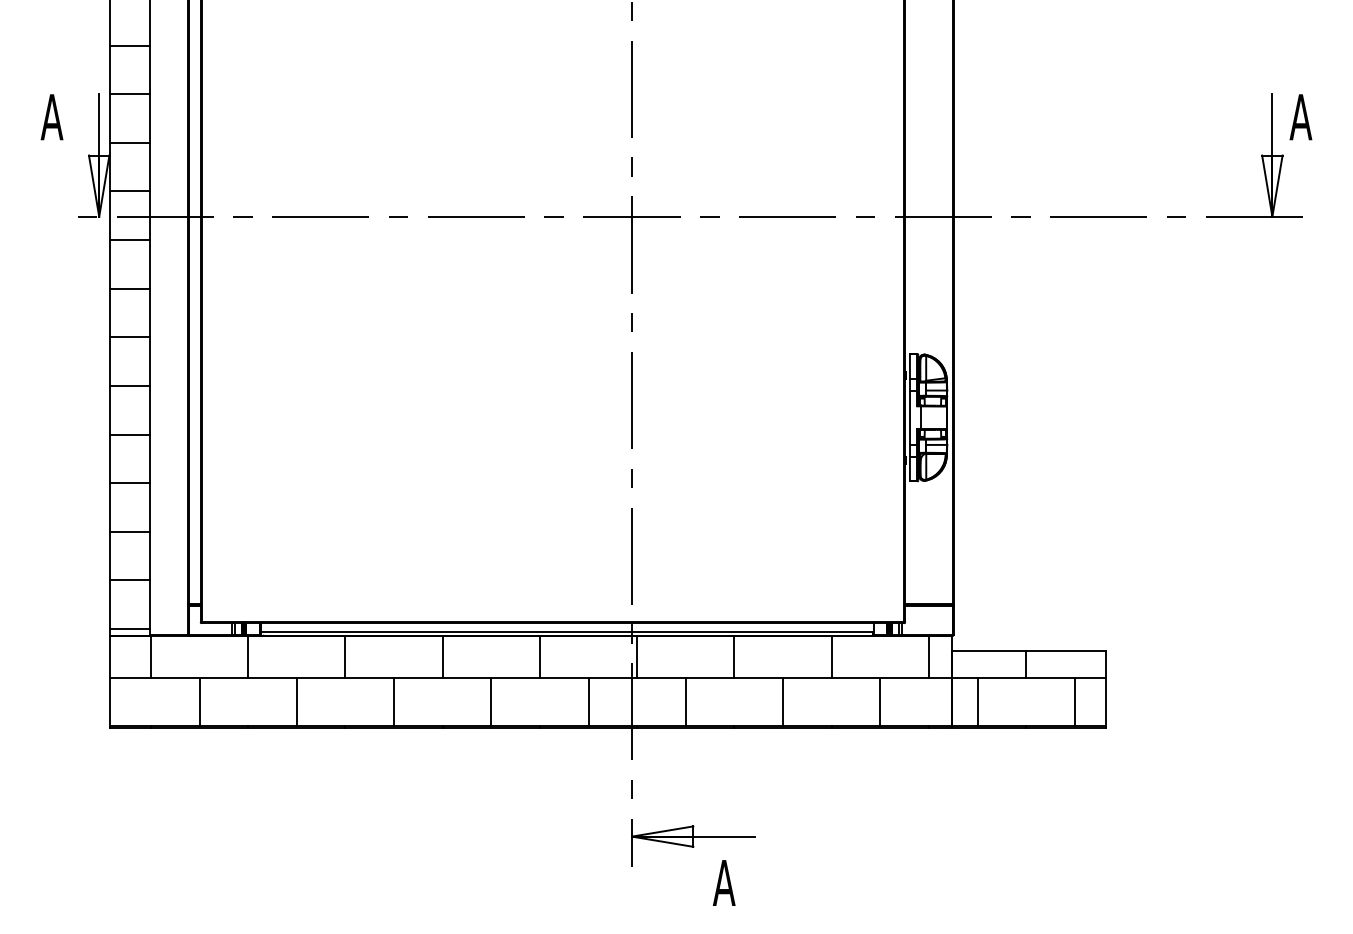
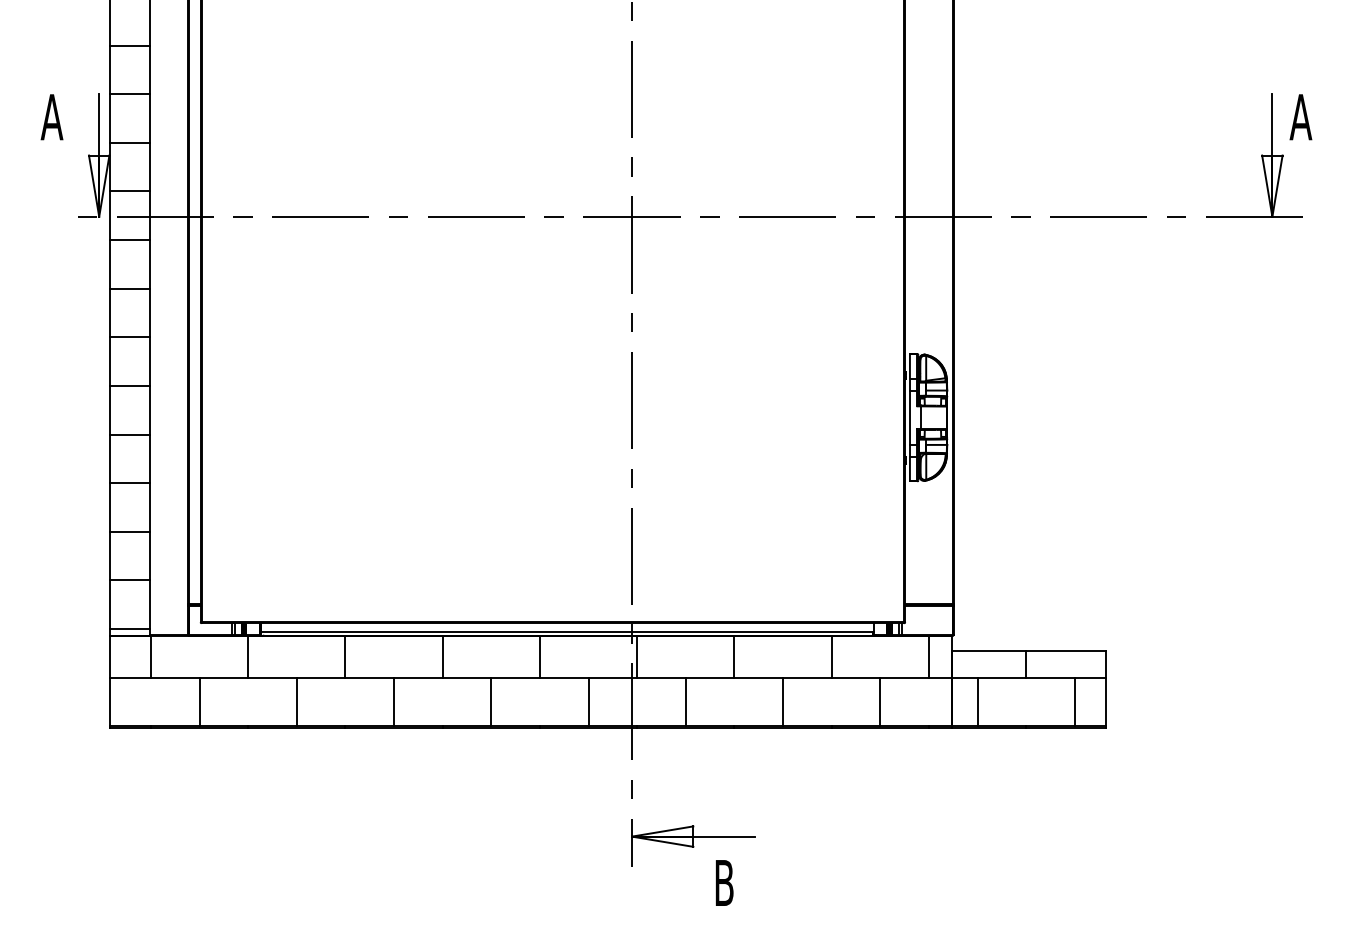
text at (723, 882): A -> B
